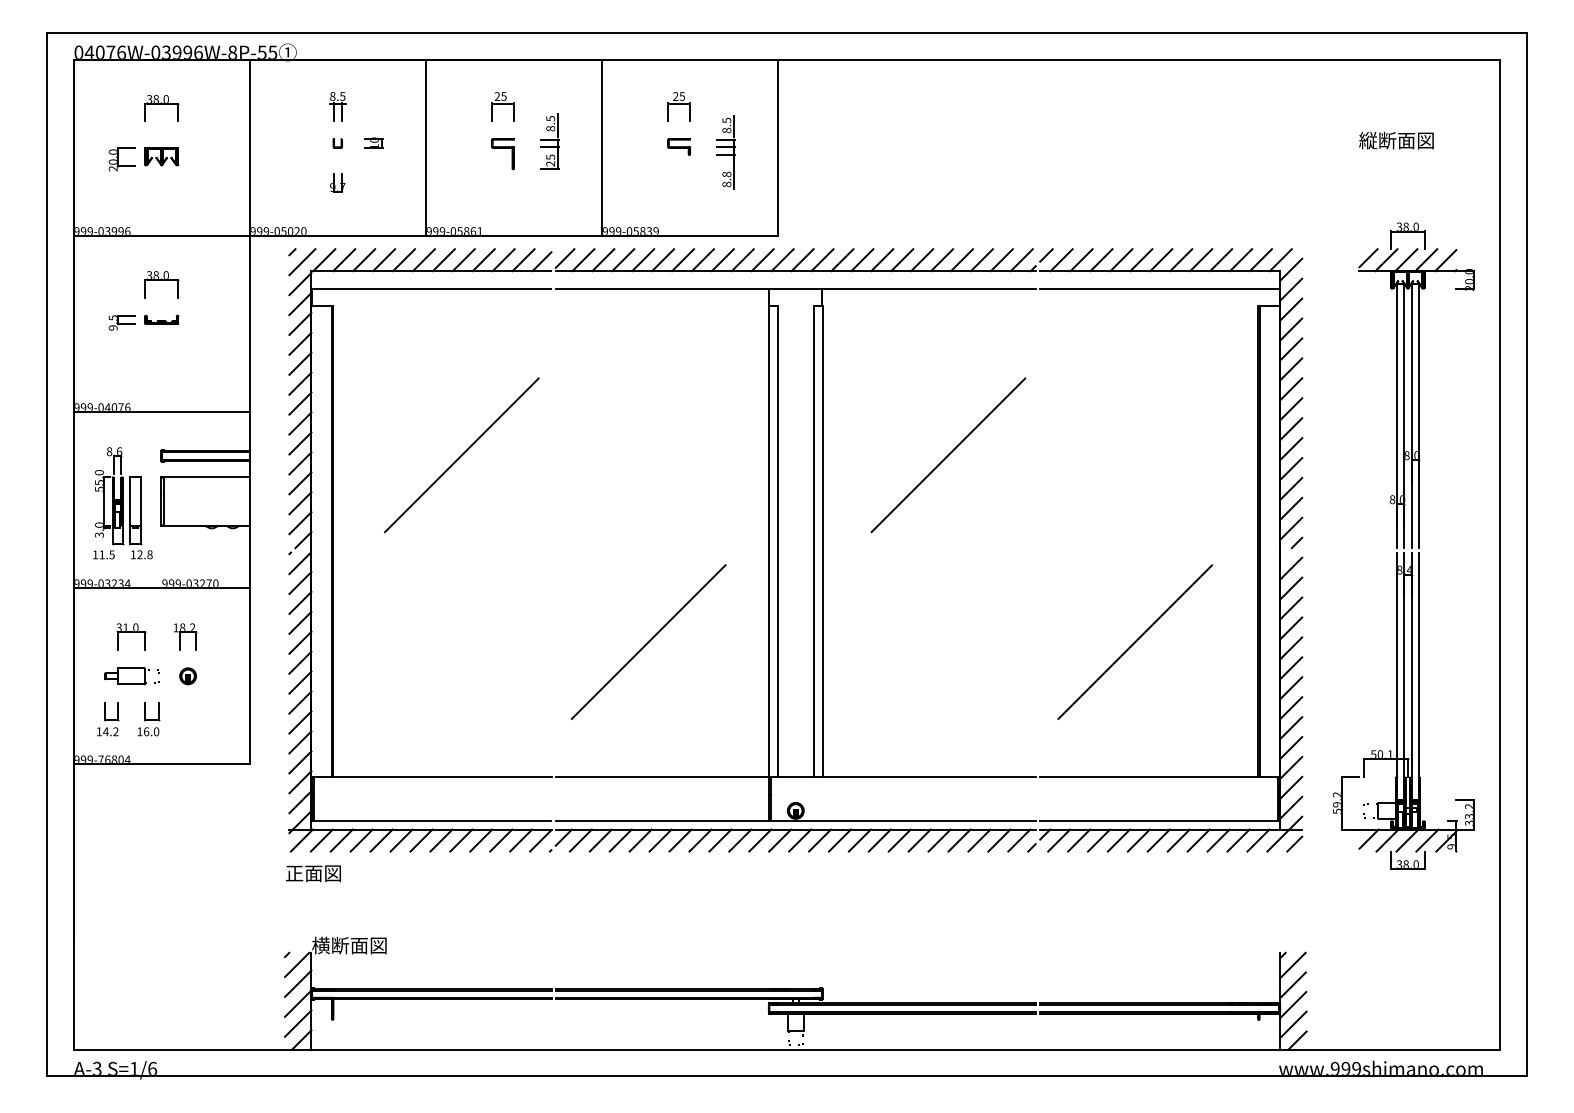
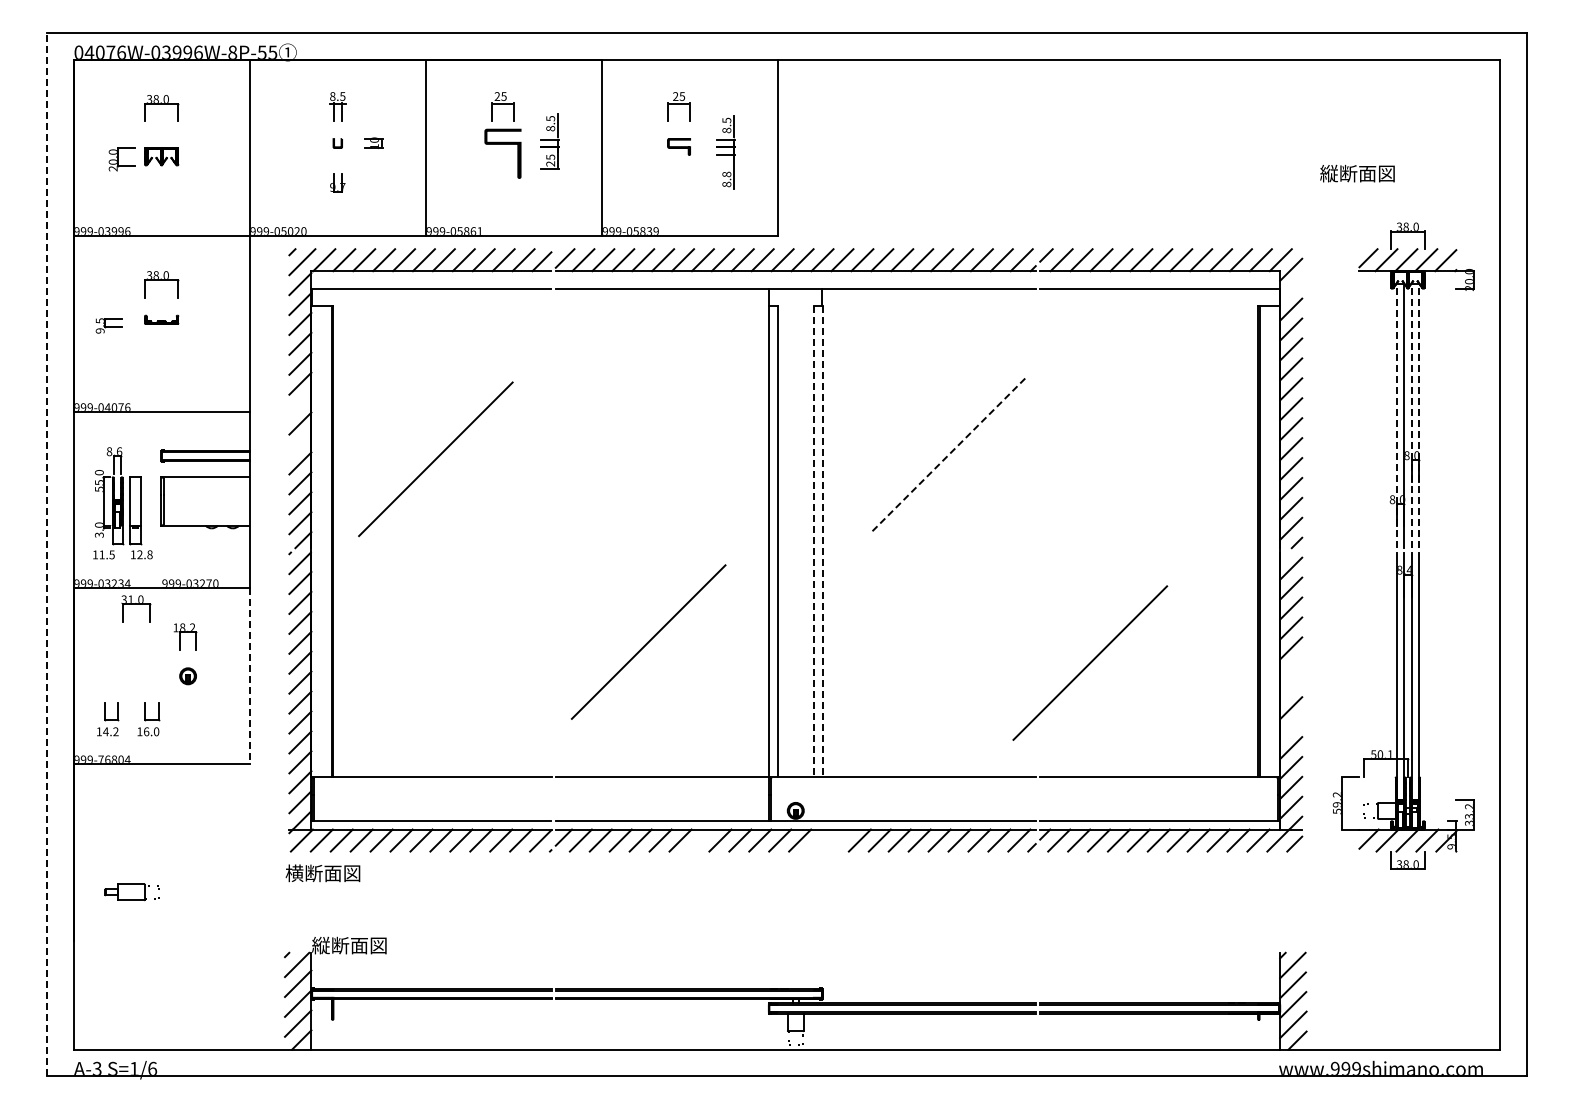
text at (1396, 140) position: (1396, 140) -> (1357, 173)
part at (502, 154) size: 24x33 px -> 38x51 px
line at (1291, 289): present -> none
part at (121, 322) position: (121, 322) -> (108, 325)
line at (300, 403): present -> none
line at (1397, 416): solid -> dashed
line at (1411, 416): solid -> dashed
line at (1418, 416): solid -> dashed
line at (300, 443): present -> none
line at (461, 455) position: (461, 455) -> (435, 459)
line at (948, 455): solid -> dashed
line at (813, 542): solid -> dashed
line at (822, 542): solid -> dashed
line at (47, 554): solid -> dashed
part at (131, 636) position: (131, 636) -> (136, 608)
line at (1135, 641) position: (1135, 641) -> (1090, 662)
line at (1291, 668): present -> none
part at (131, 676) position: (131, 676) -> (131, 892)
line at (249, 676): solid -> dashed
line at (1291, 688): present -> none
line at (1291, 728): present -> none
line at (700, 840): present -> none
line at (820, 840): present -> none
line at (839, 840): present -> none
text at (322, 873): 正面図 -> 横断面図
text at (320, 945): 横断面図 -> 縦断面図
